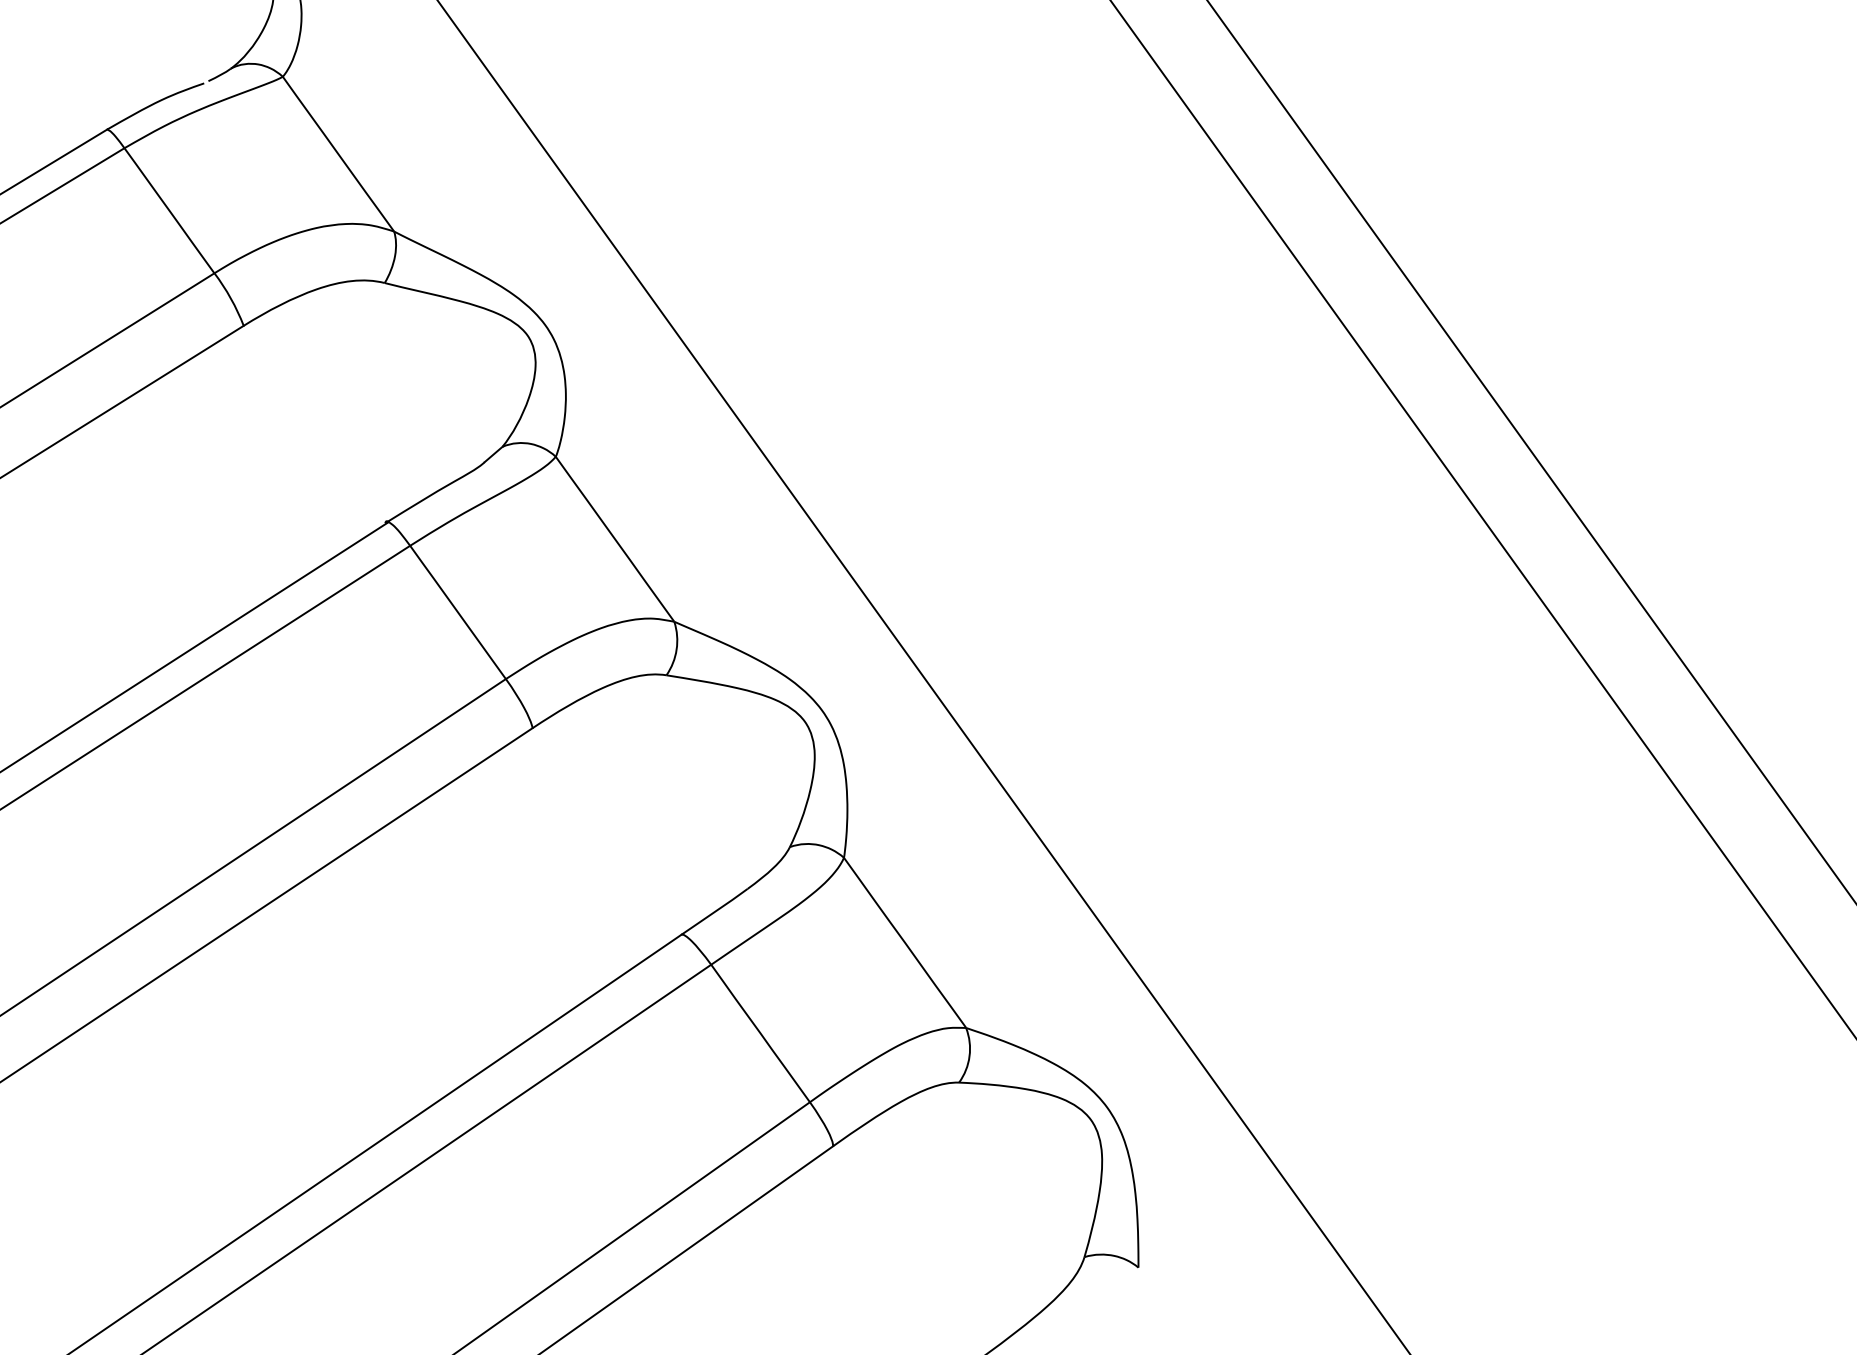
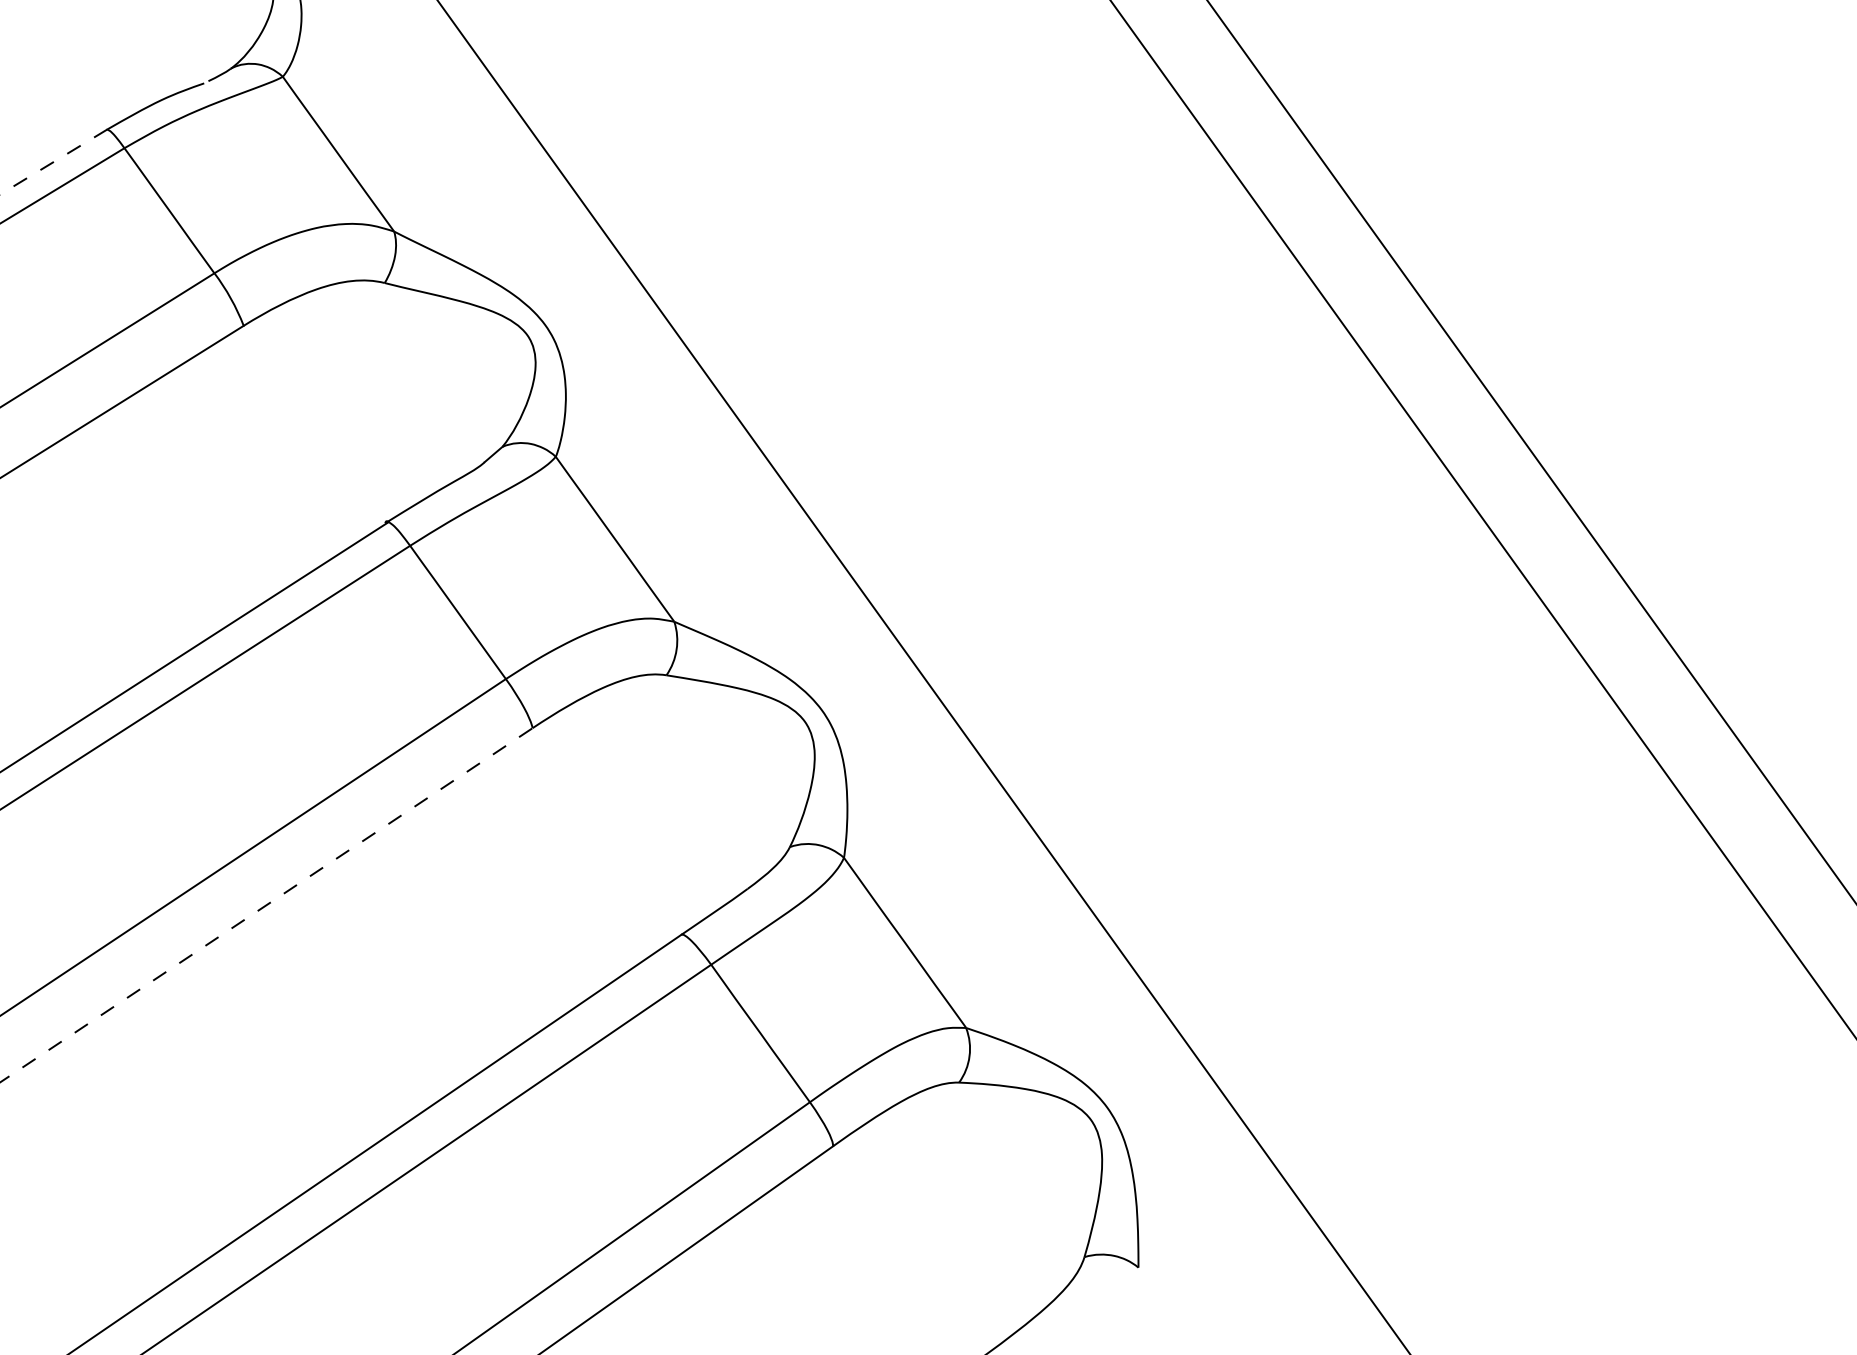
line at (53, 162): solid -> dashed
line at (266, 905): solid -> dashed
